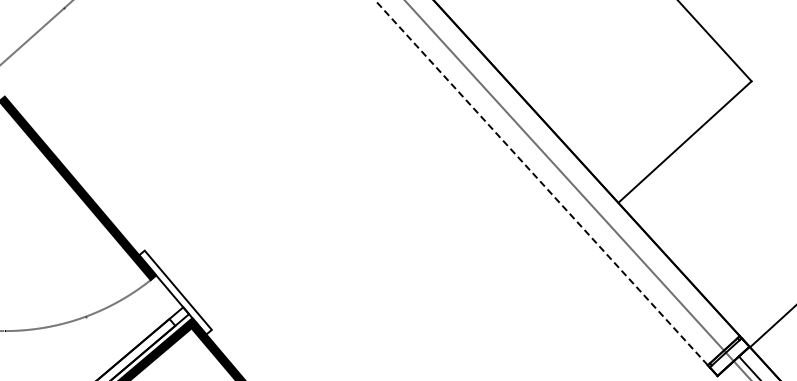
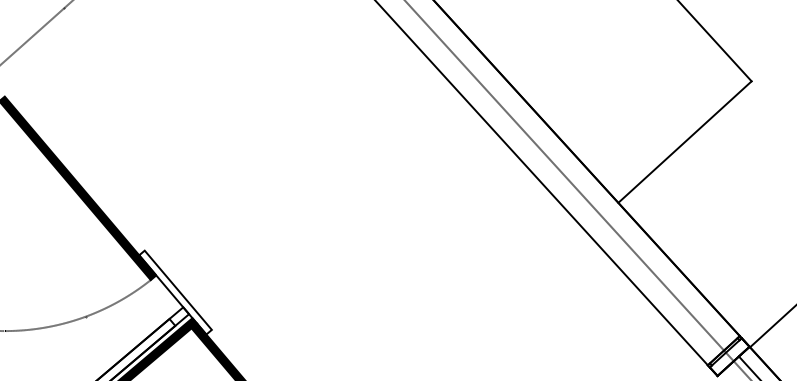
line at (541, 182): dashed -> solid
